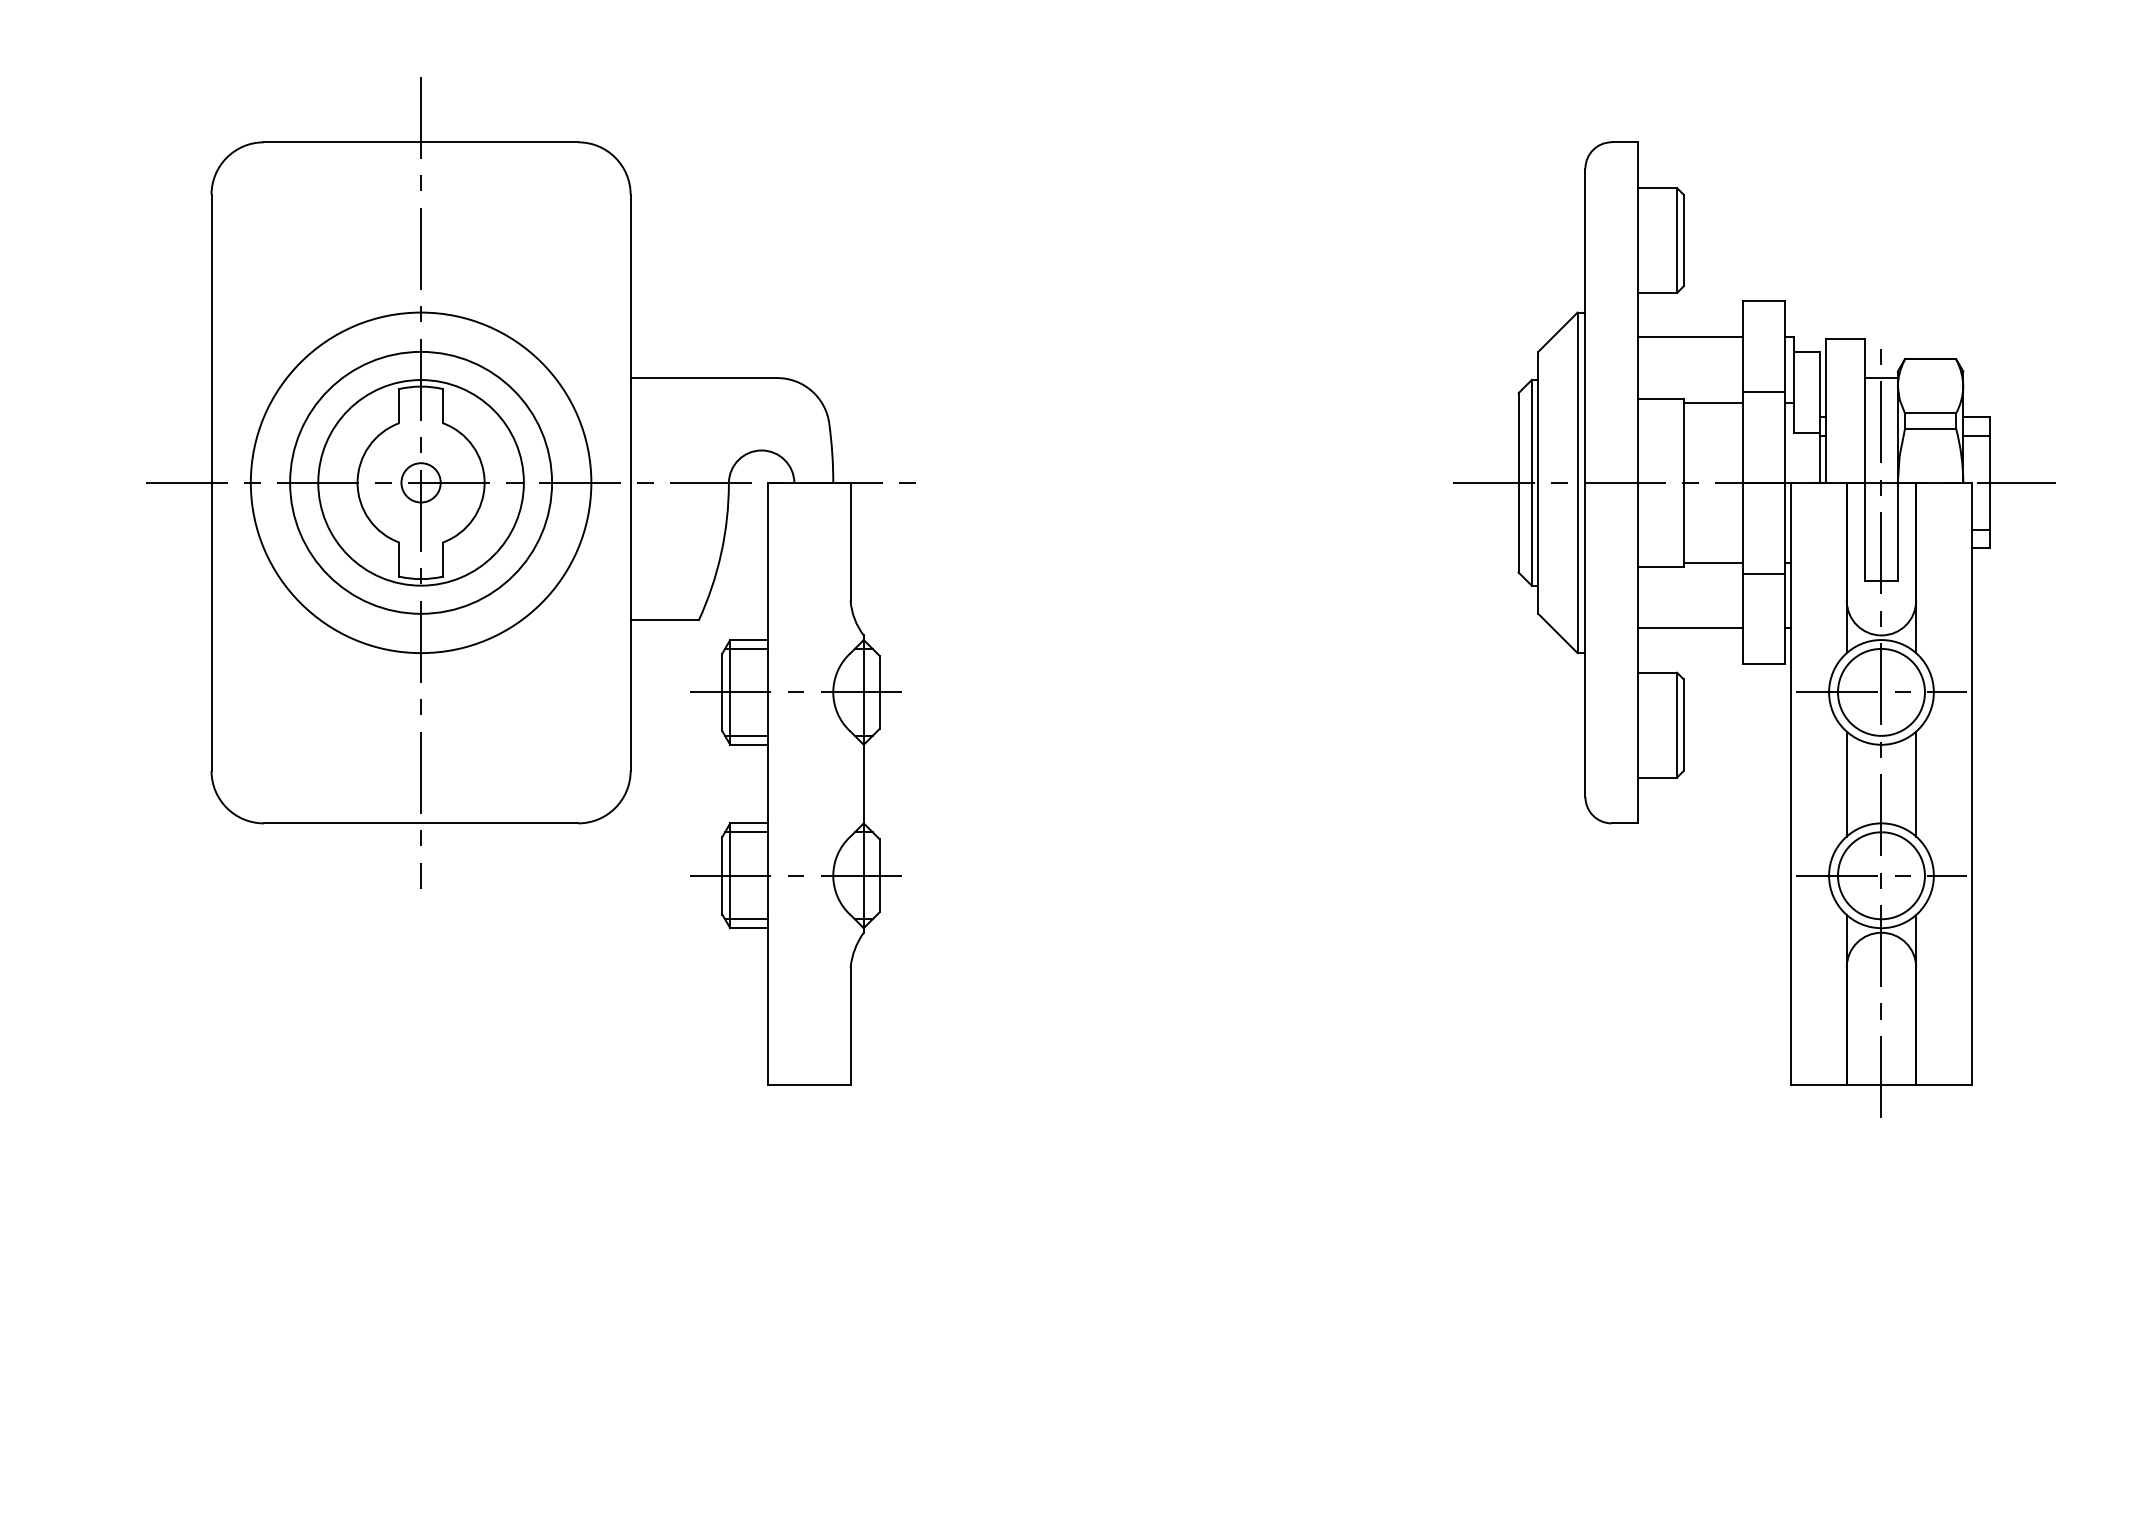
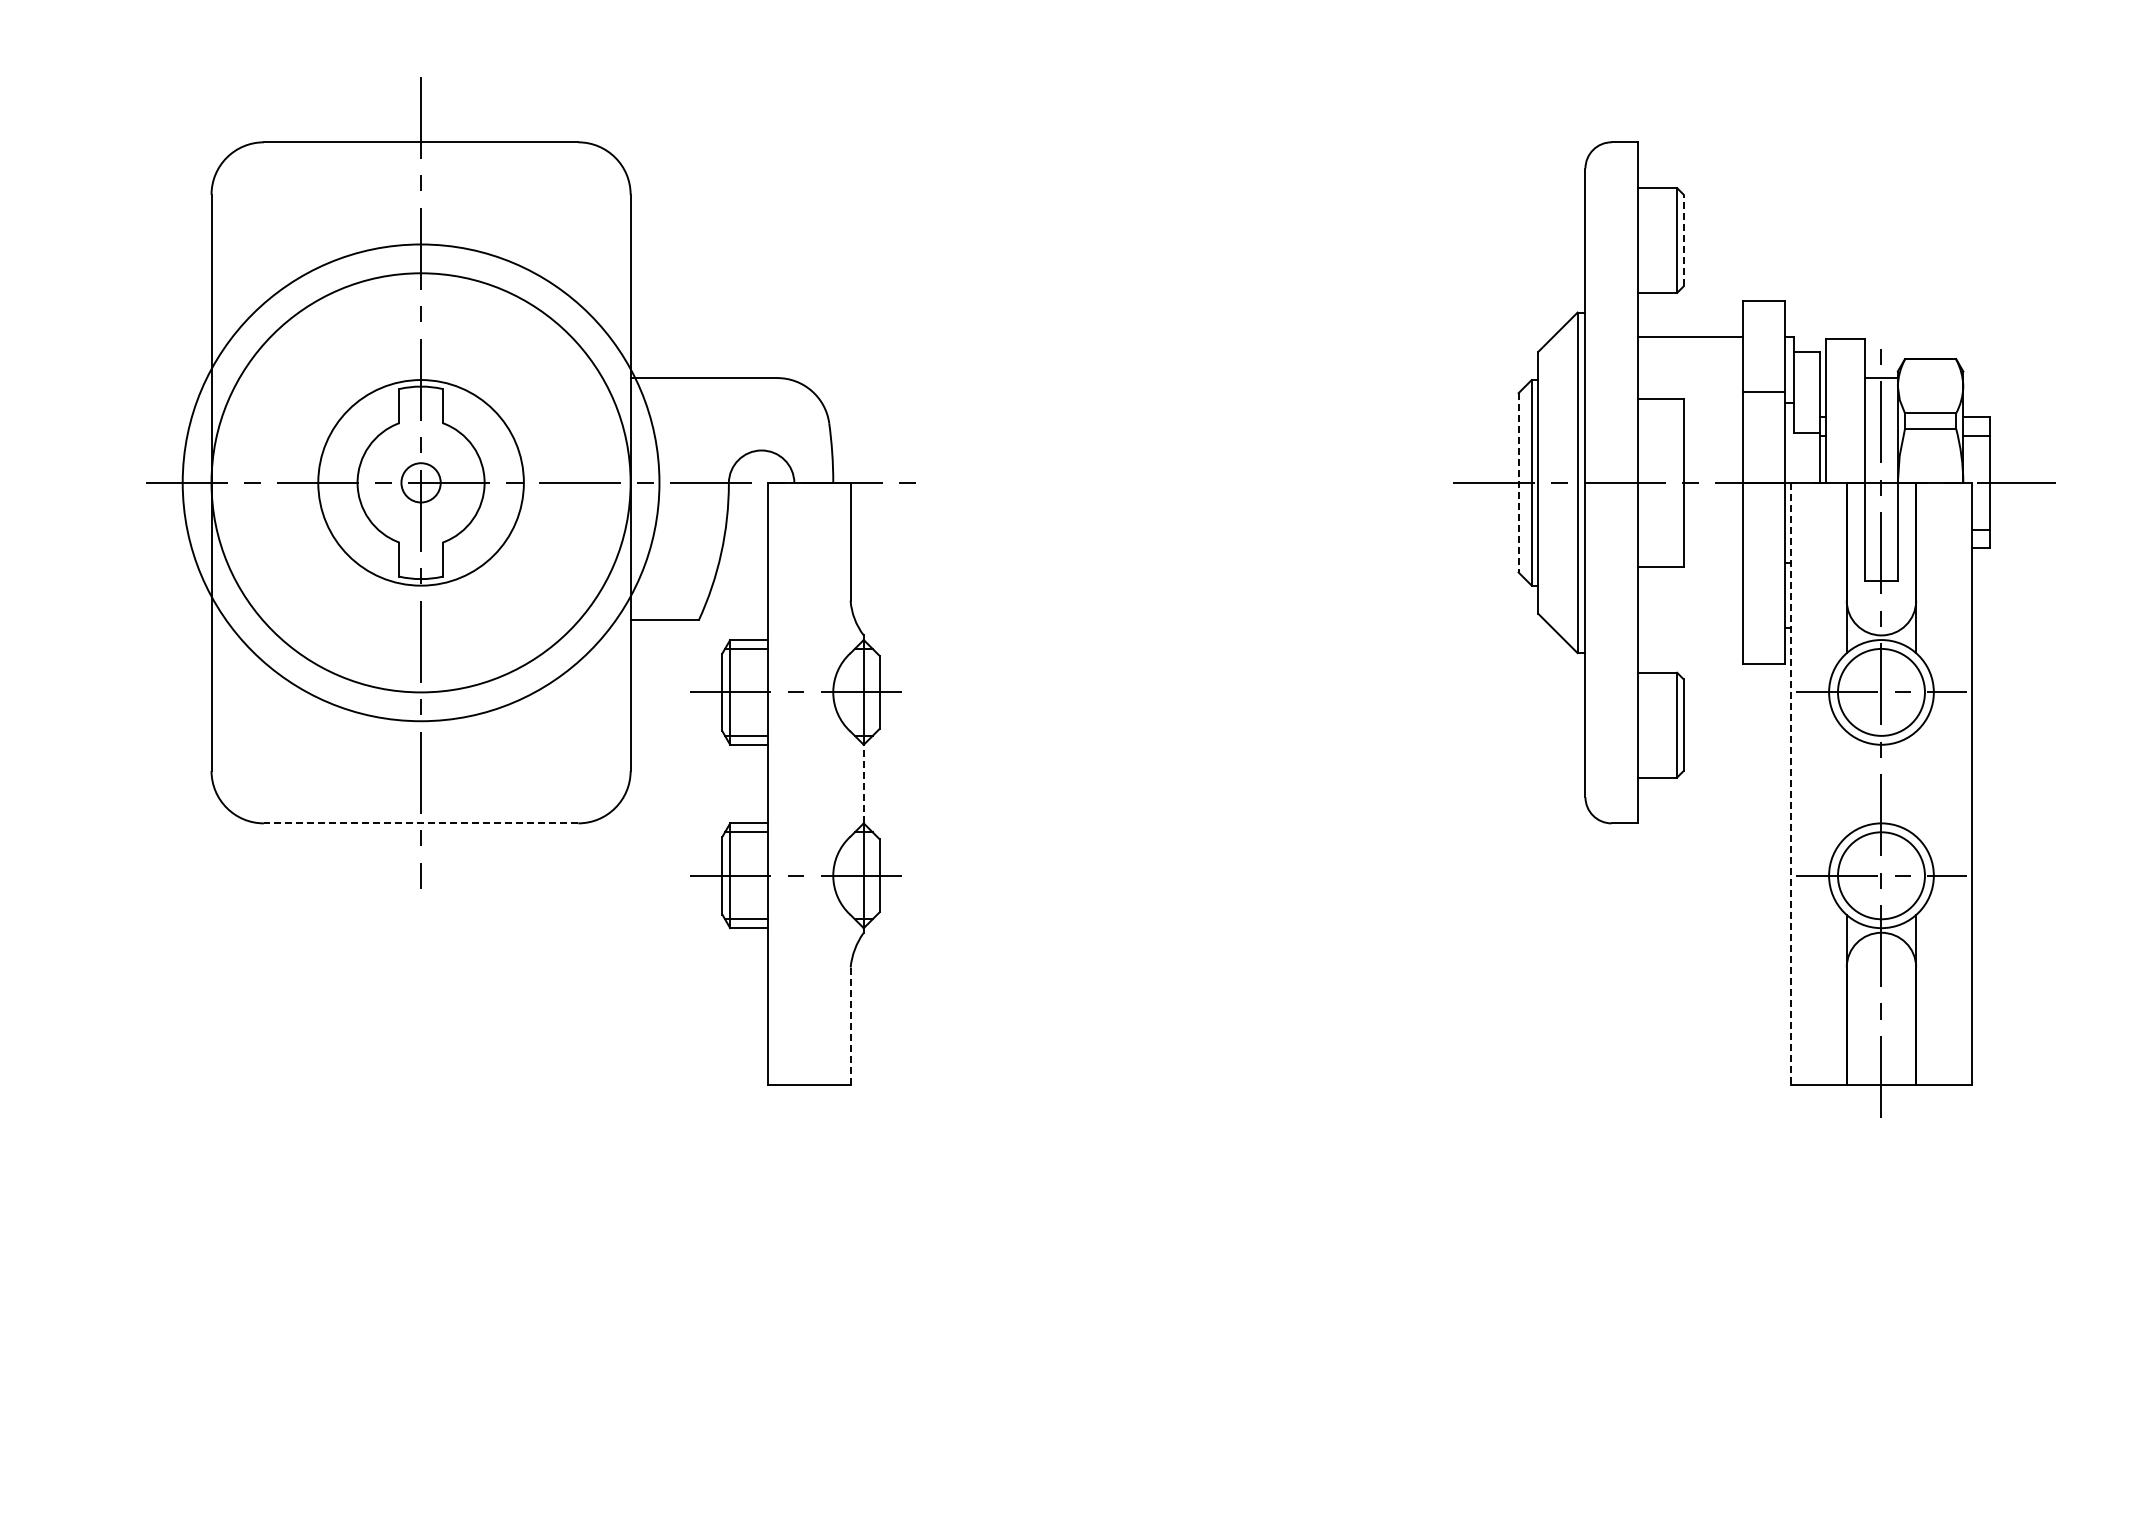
line at (1683, 240): solid -> dashed
line at (1712, 402): present -> none
circle at (420, 482) diameter: 341 px -> 477 px
circle at (421, 482) diameter: 262 px -> 419 px
line at (1518, 482): solid -> dashed
line at (1712, 563): present -> none
line at (1763, 573): present -> none
line at (1689, 628): present -> none
line at (863, 783): solid -> dashed
line at (1846, 783): present -> none
line at (1916, 783): present -> none
line at (1791, 784): solid -> dashed
line at (420, 823): solid -> dashed
line at (850, 1026): solid -> dashed
